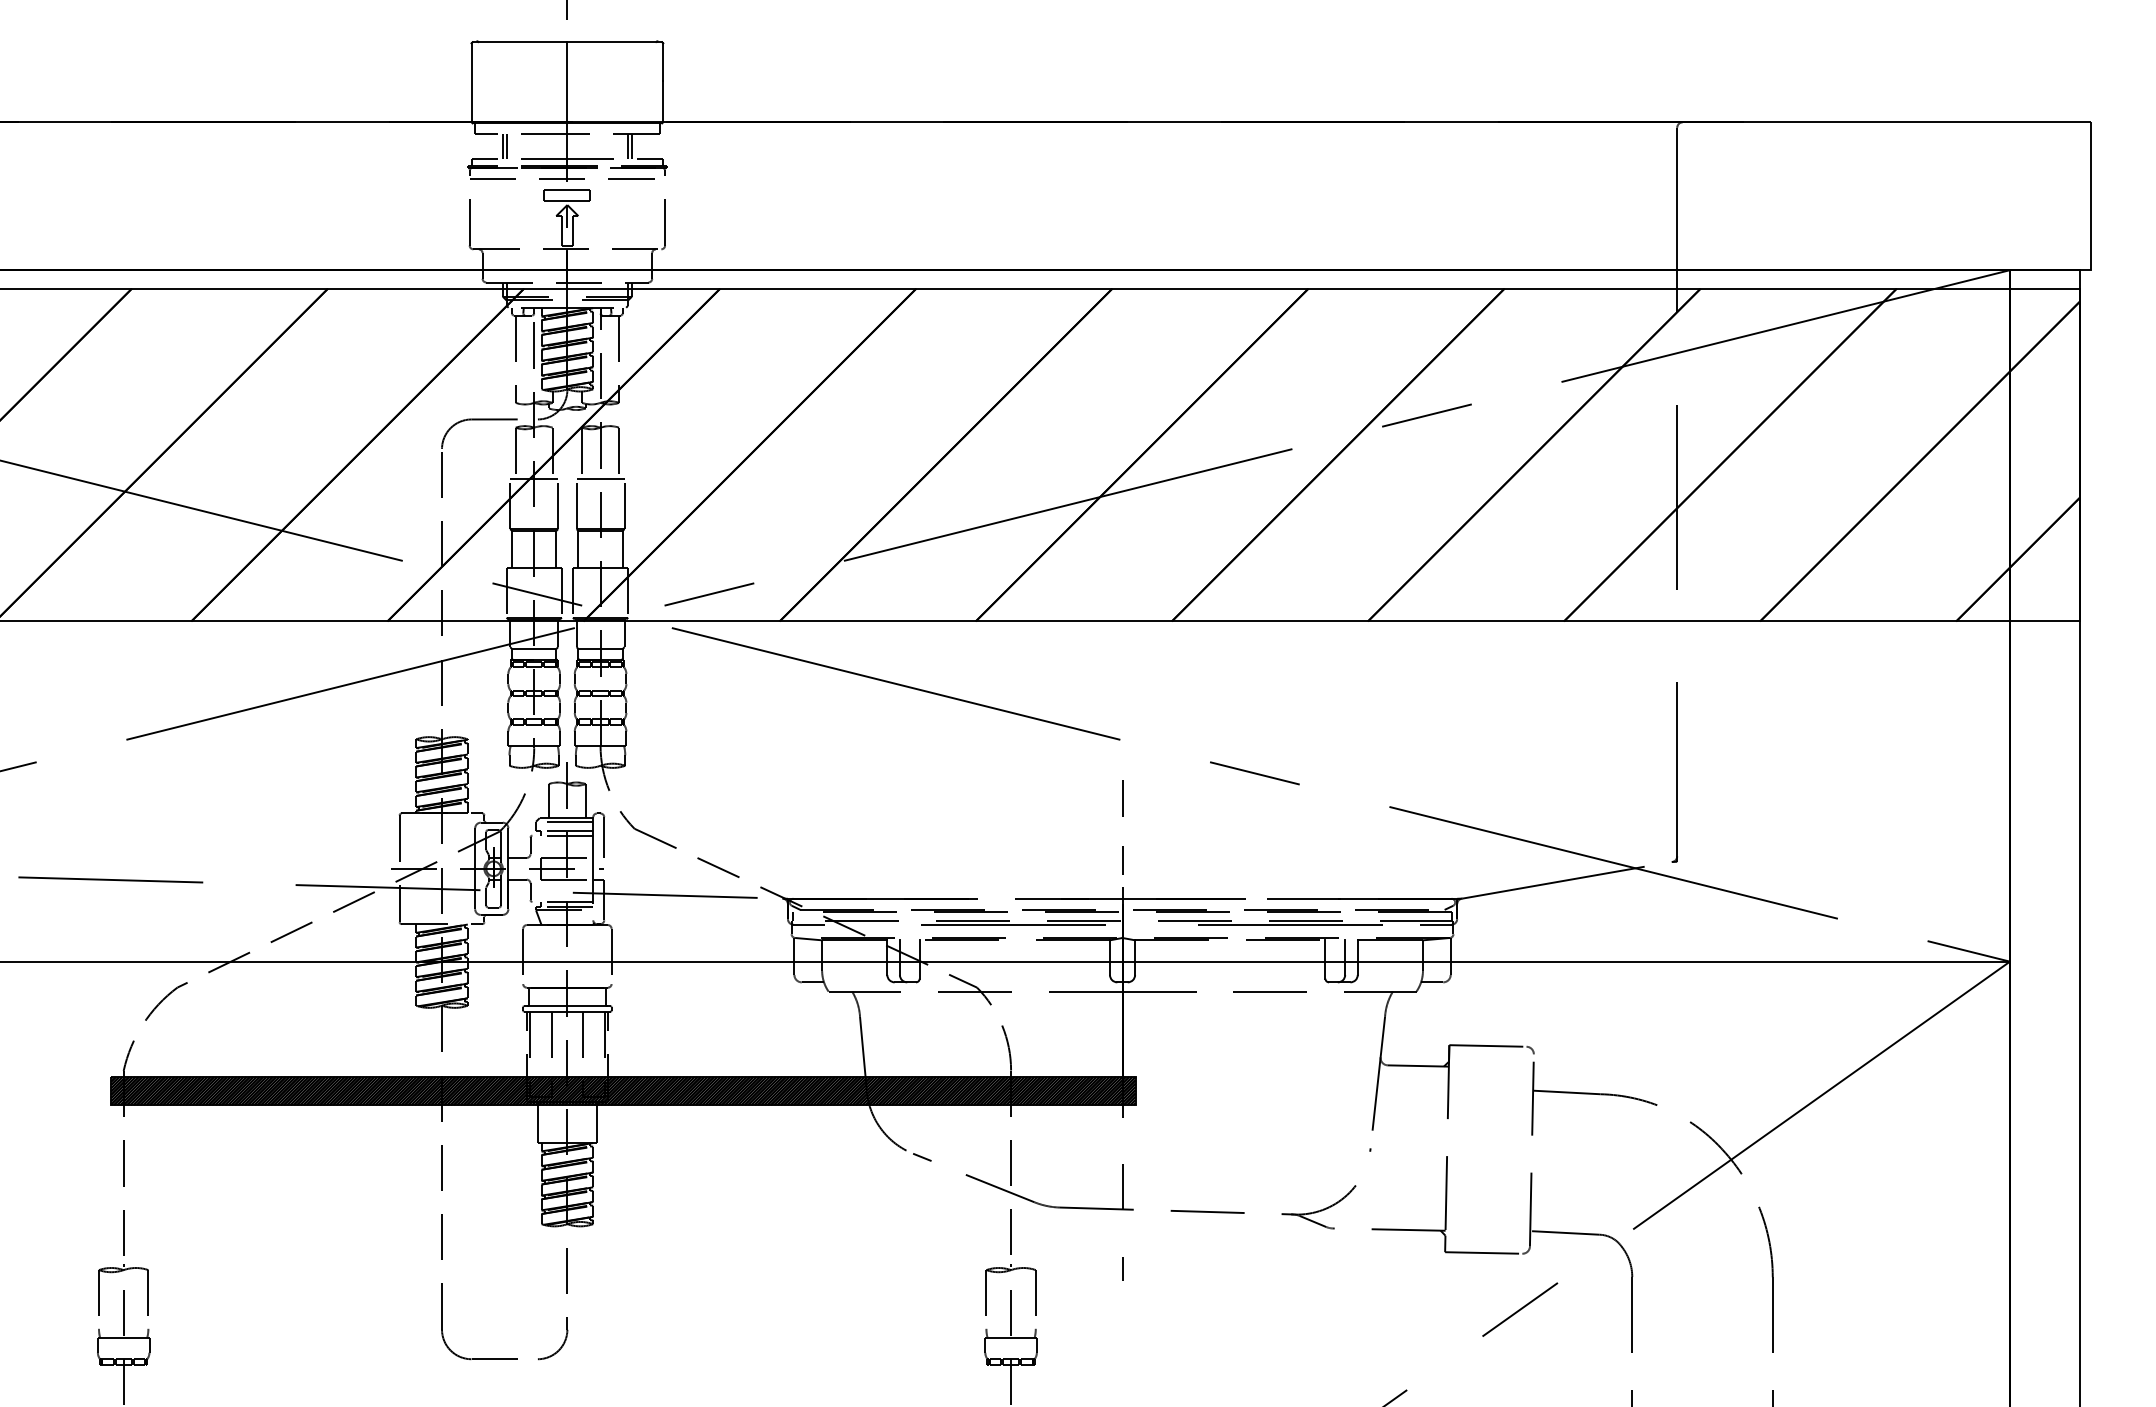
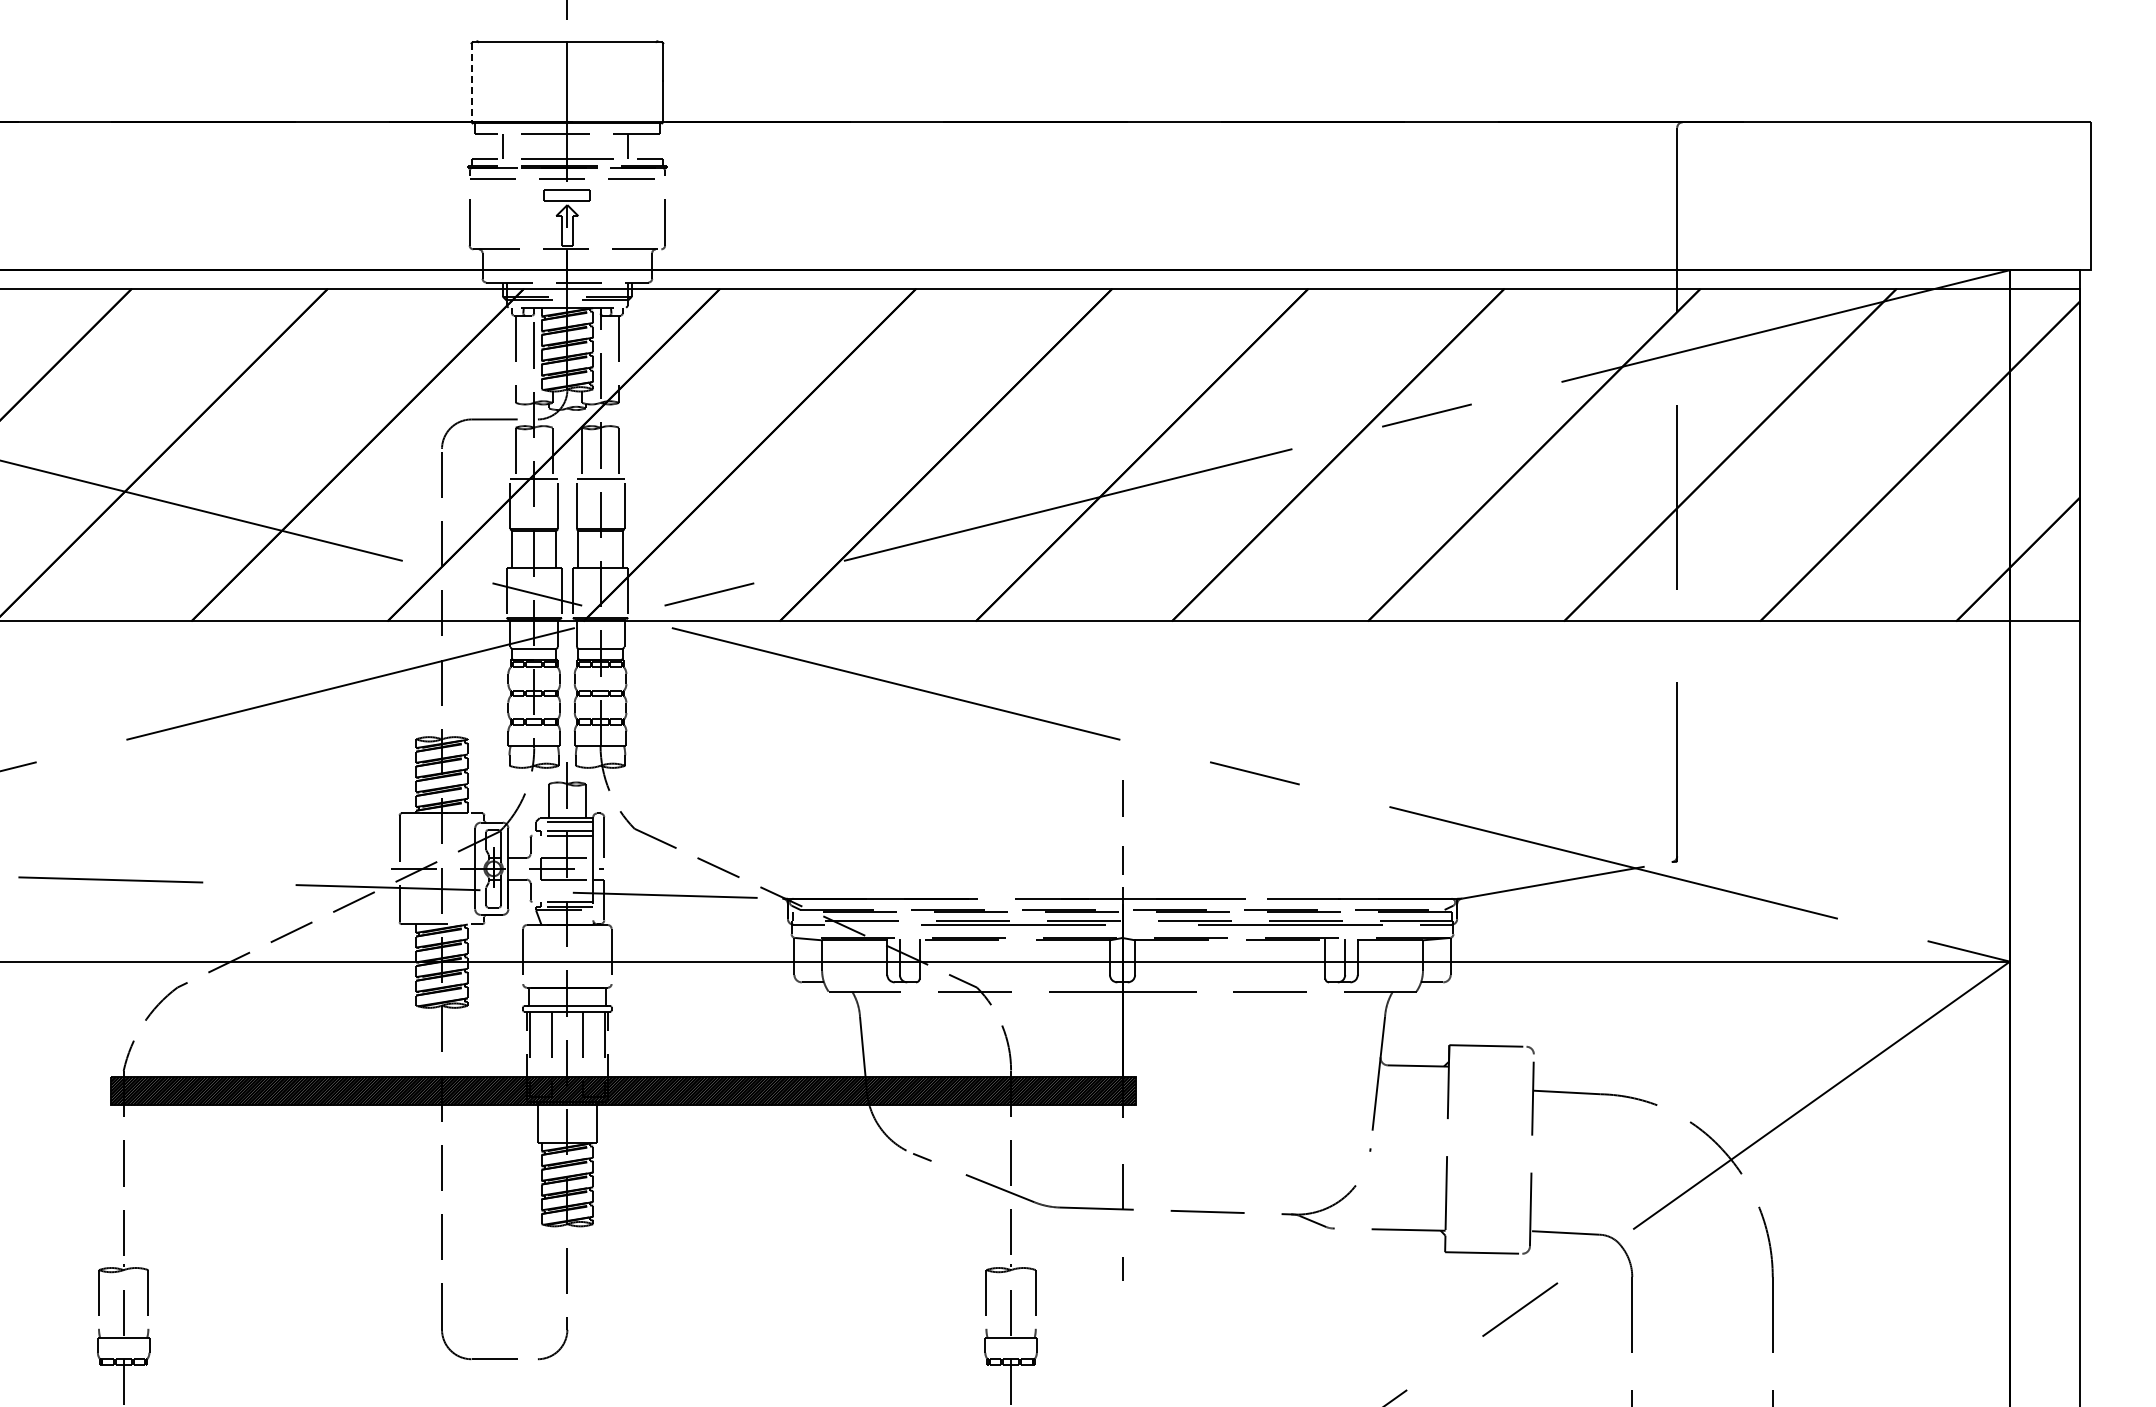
line at (471, 83): solid -> dashed
line at (506, 146): present -> none
line at (631, 146): present -> none
